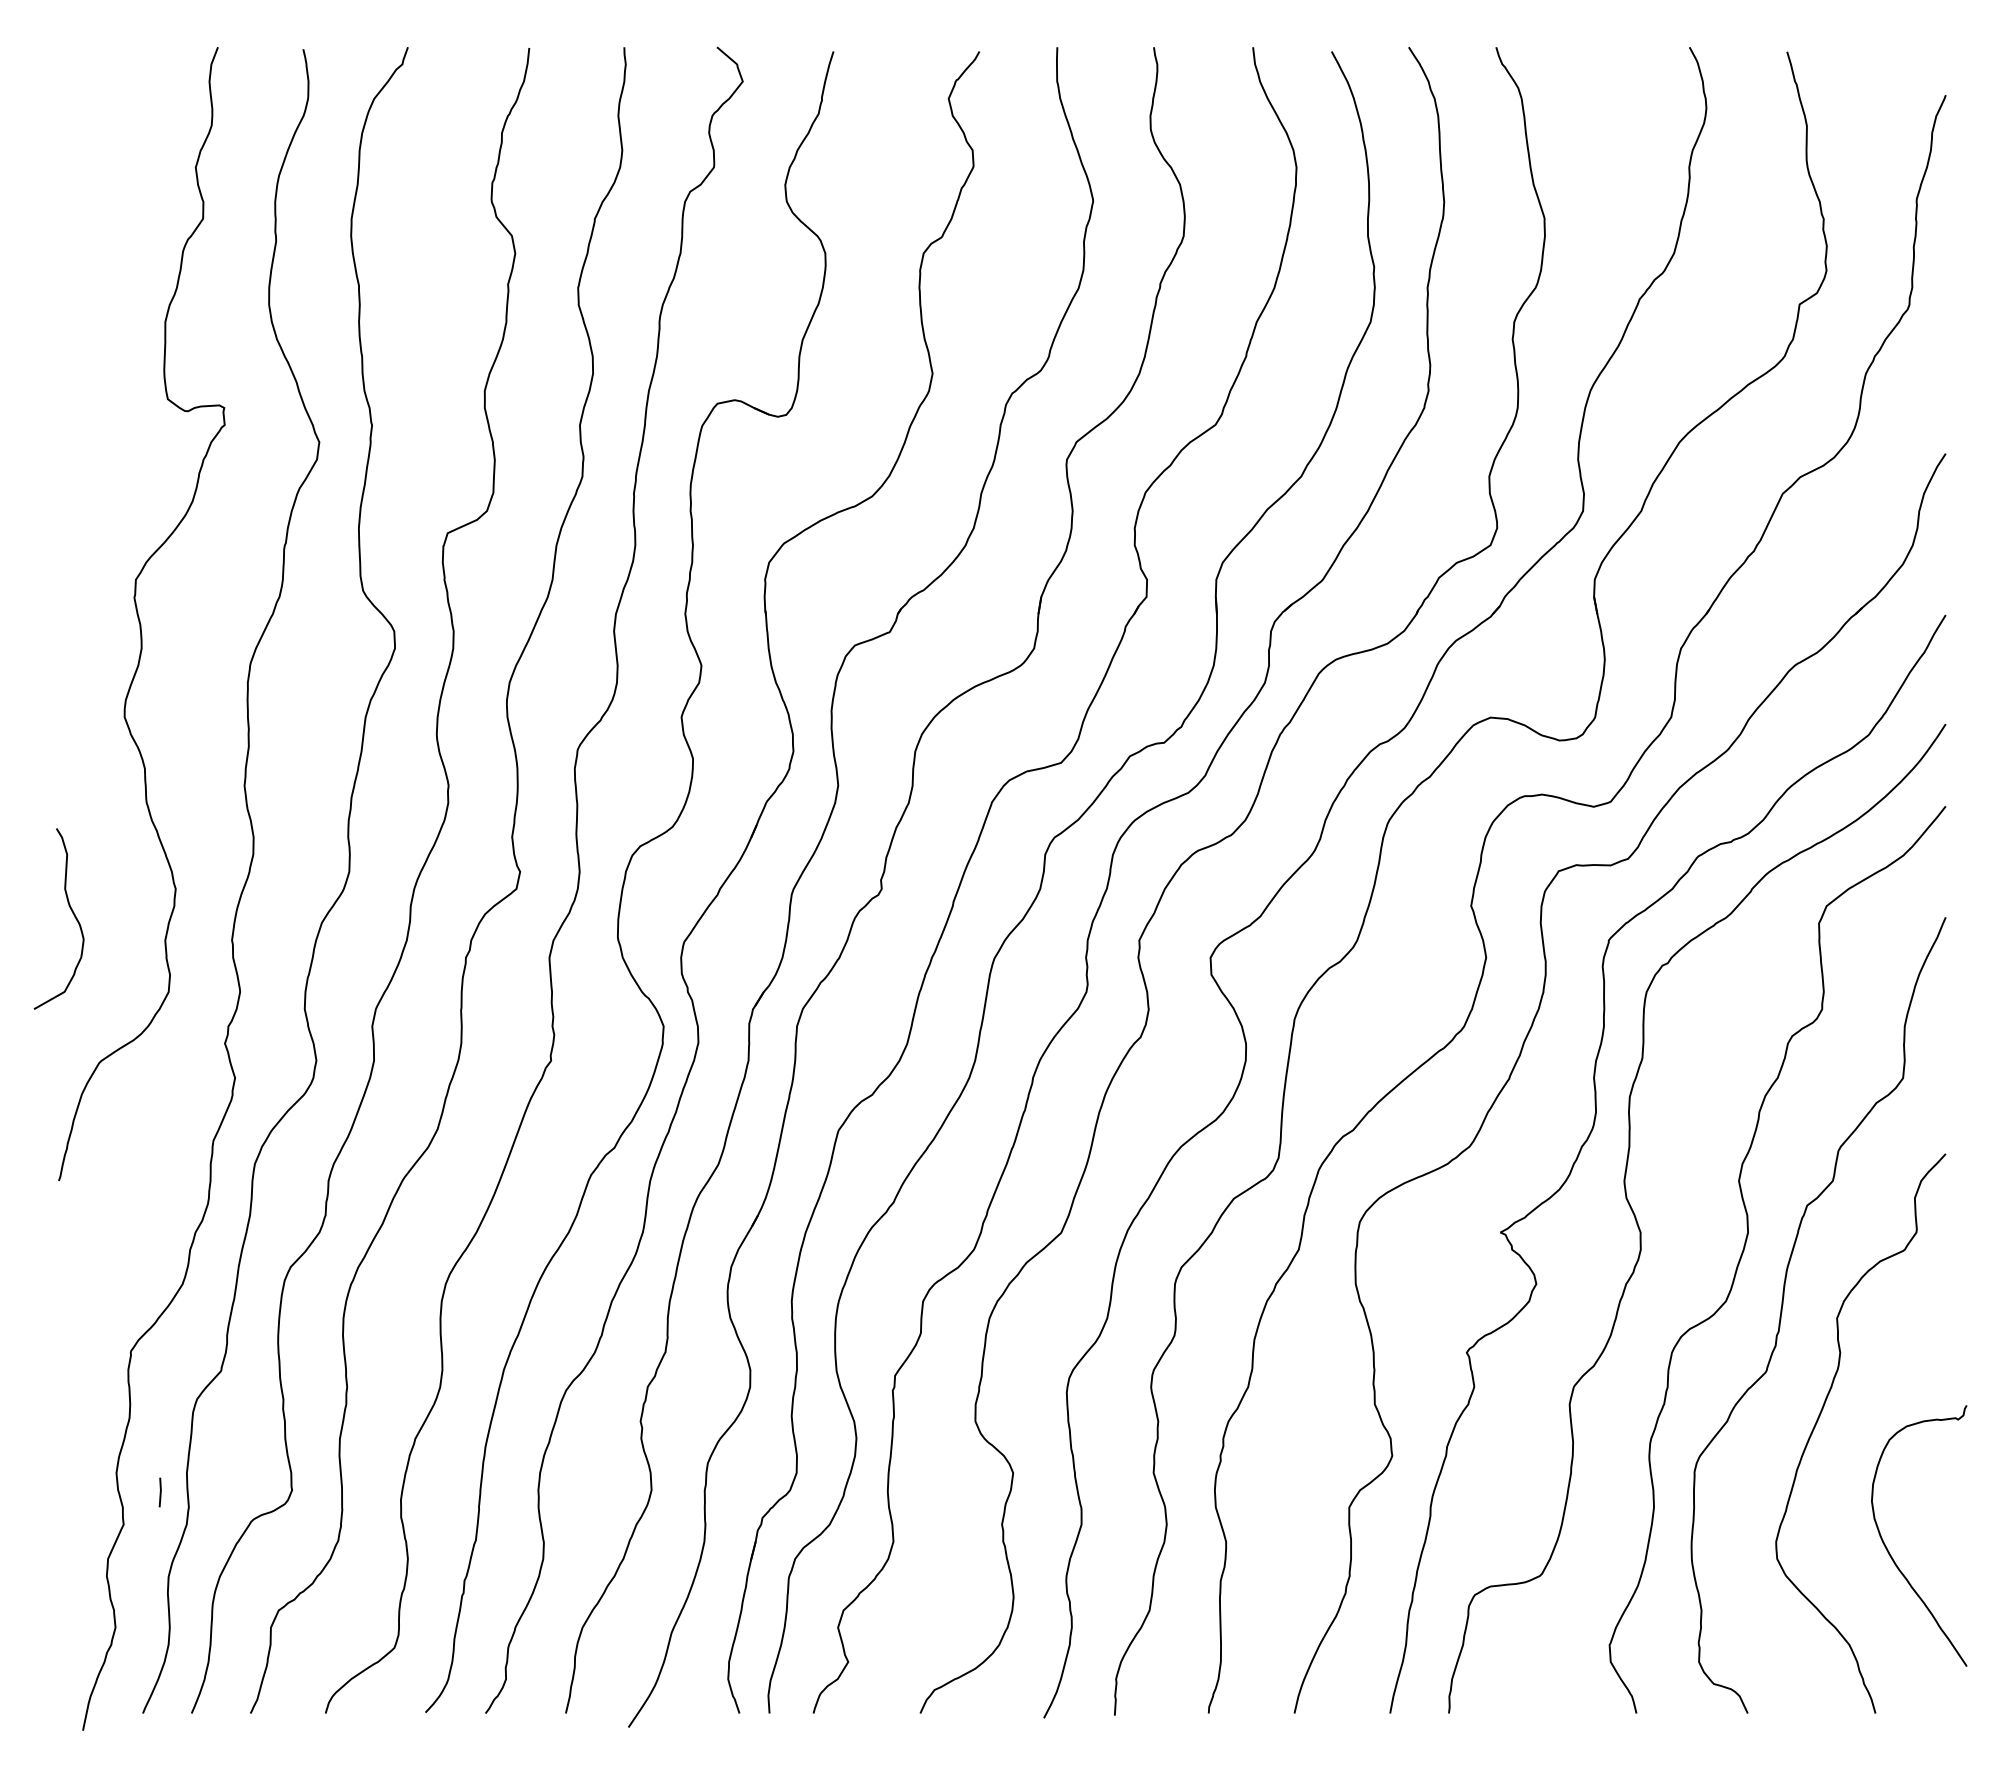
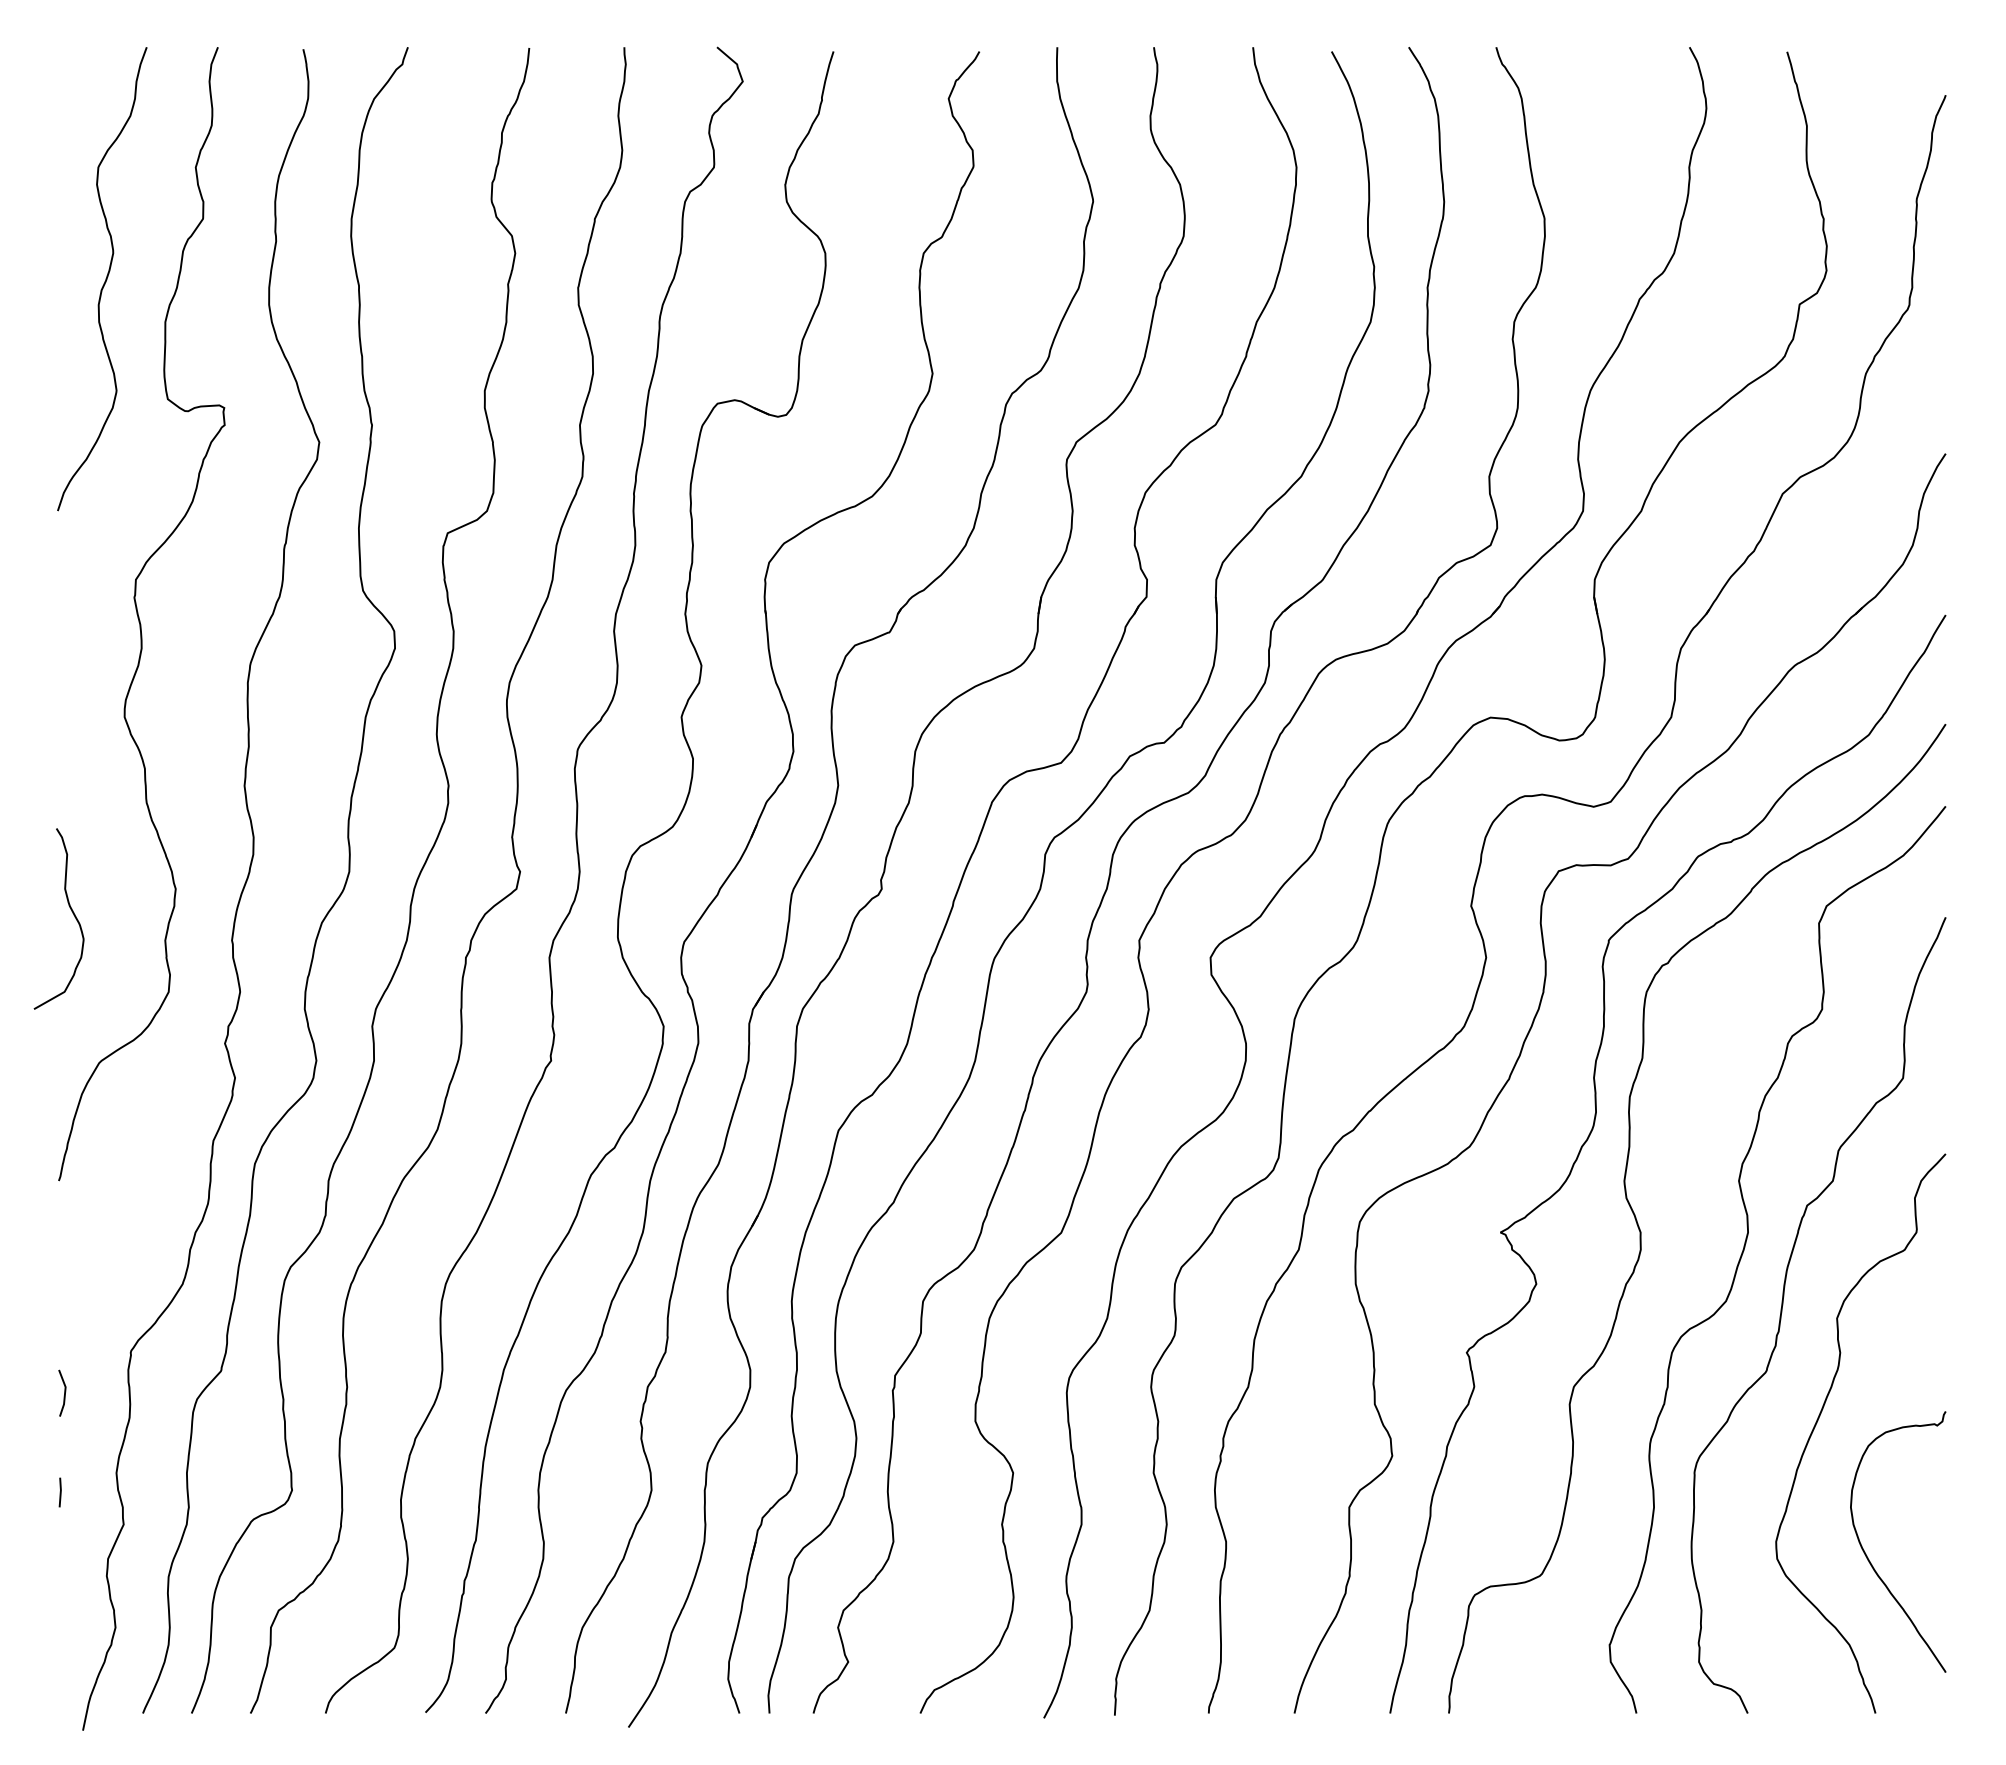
curve at (104, 281): none -> present
line at (64, 1392): none -> present
line at (159, 1492) position: (159, 1492) -> (59, 1492)
curve at (1889, 1551) position: (1889, 1551) -> (1868, 1557)
